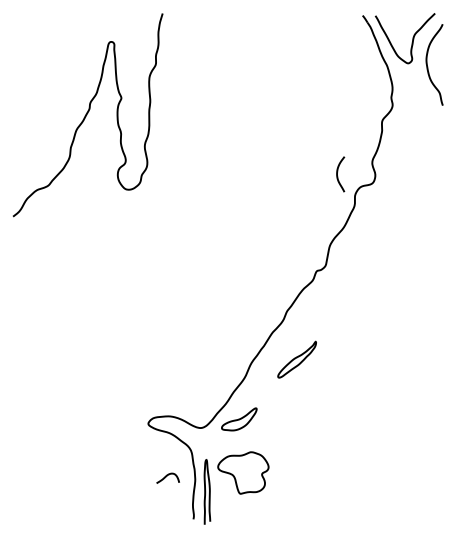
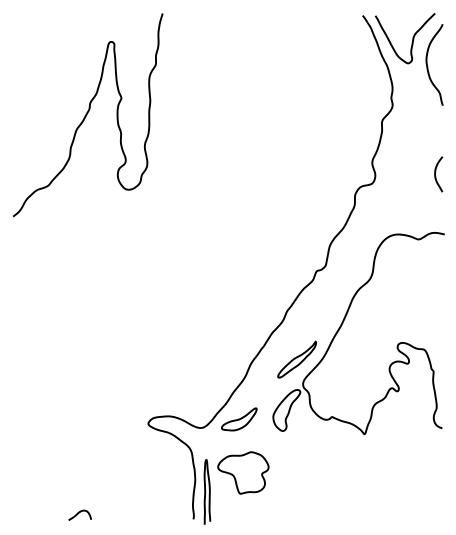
curve at (338, 176) position: (338, 176) -> (436, 176)
part at (342, 325): none -> present
curve at (167, 476) position: (167, 476) -> (79, 513)
